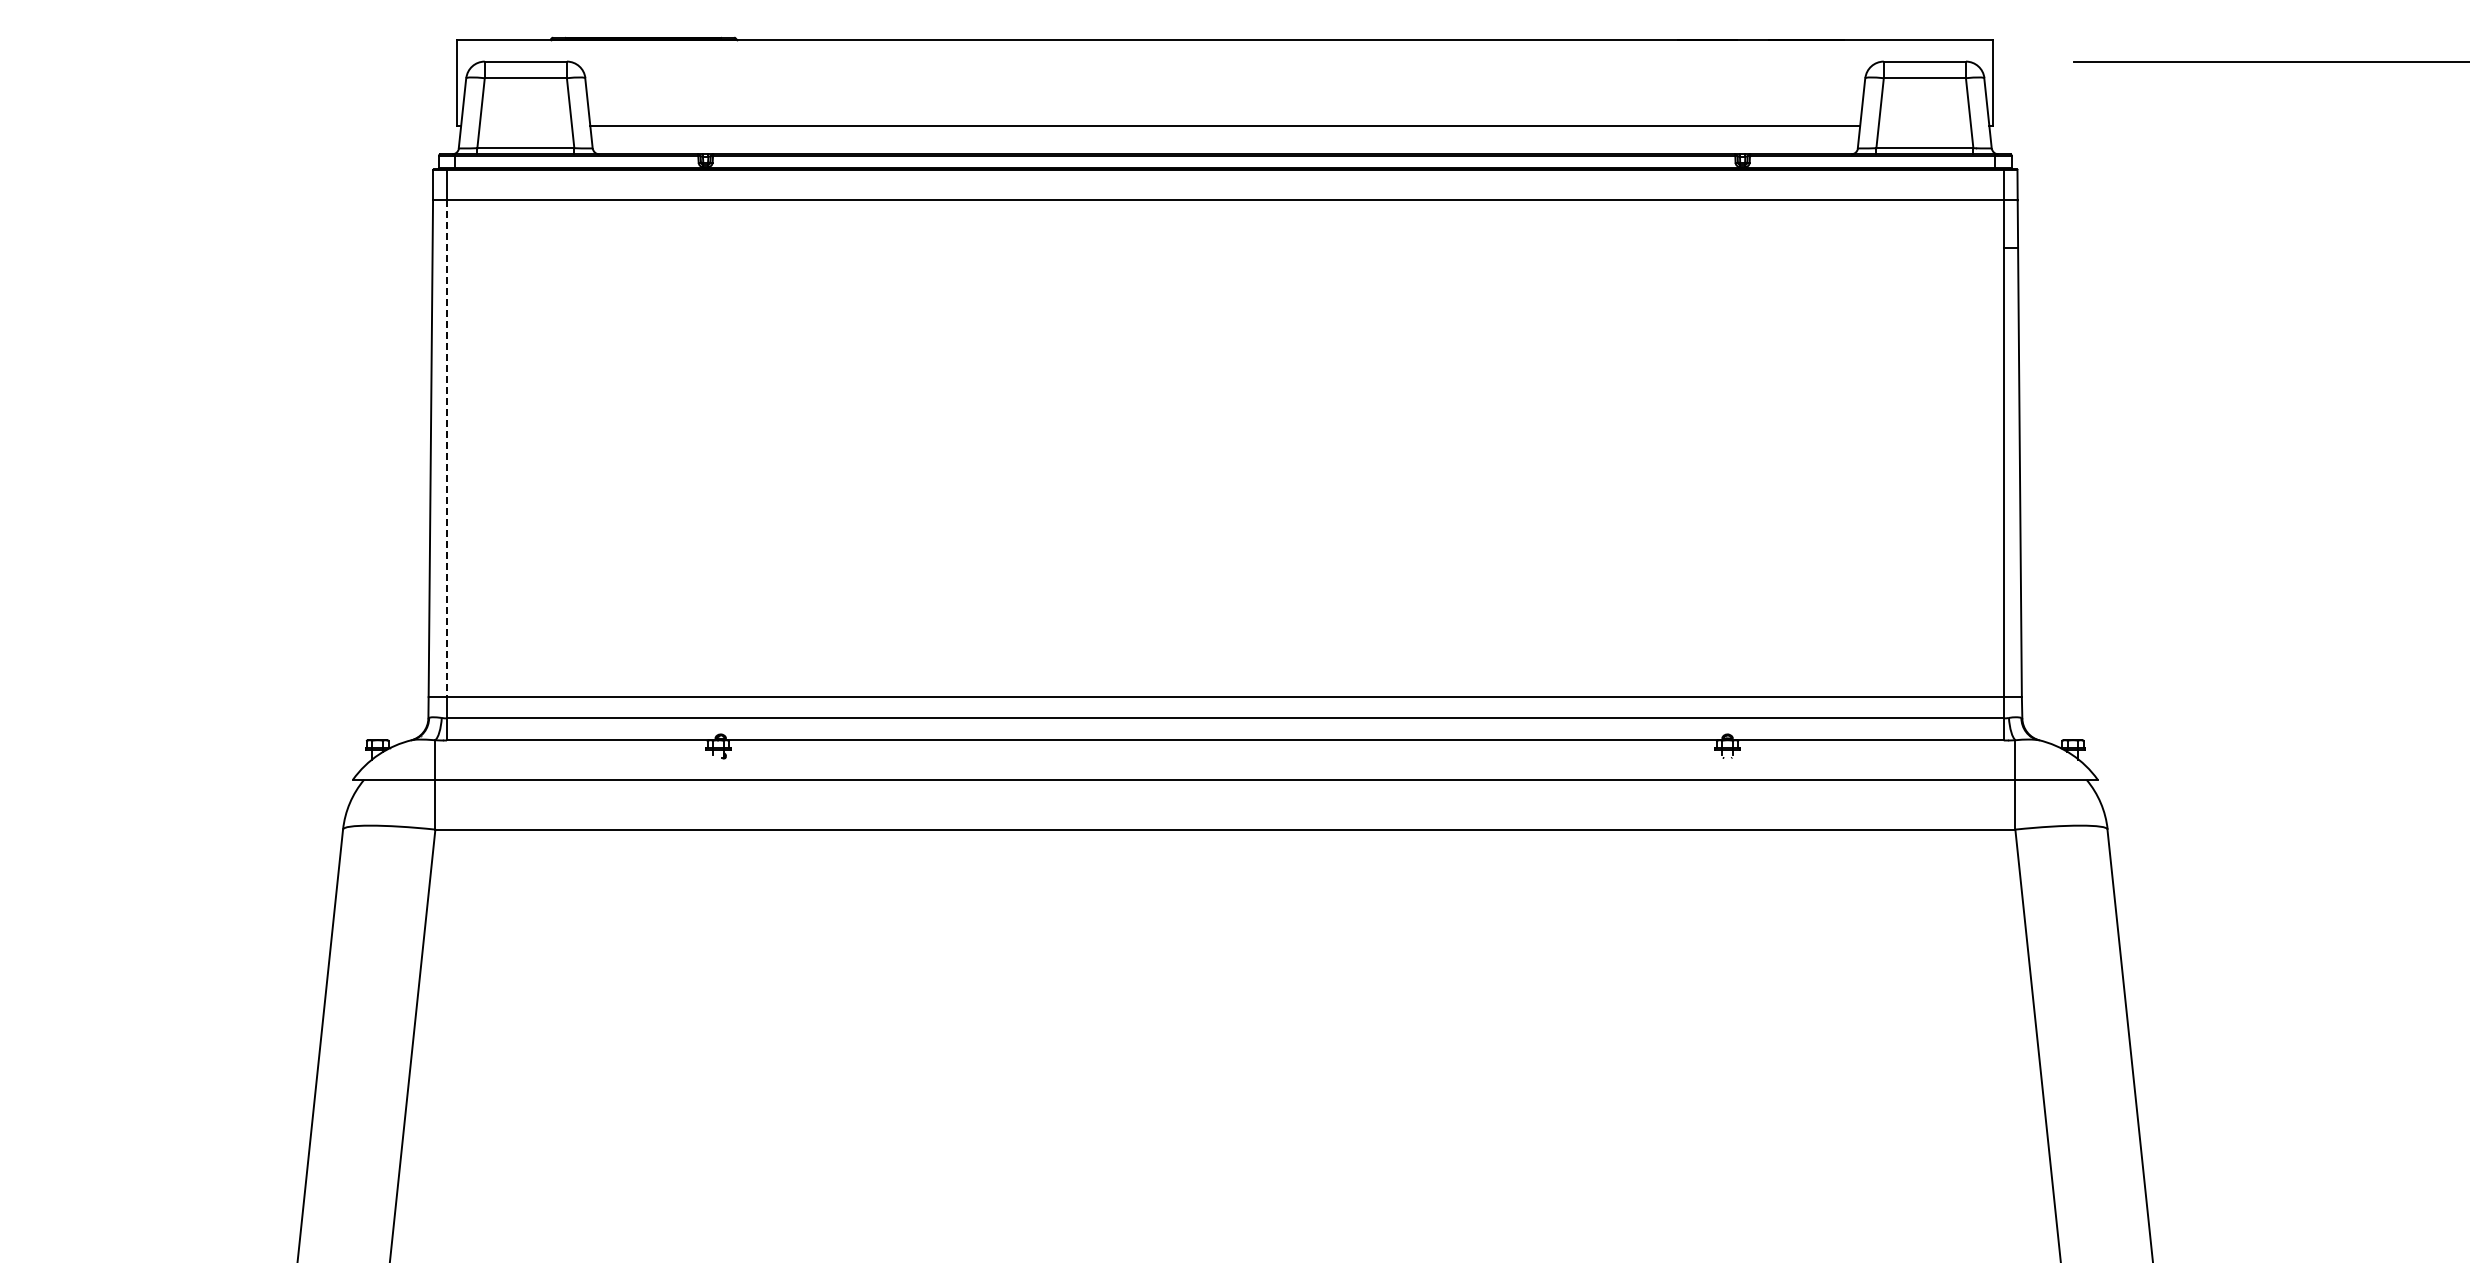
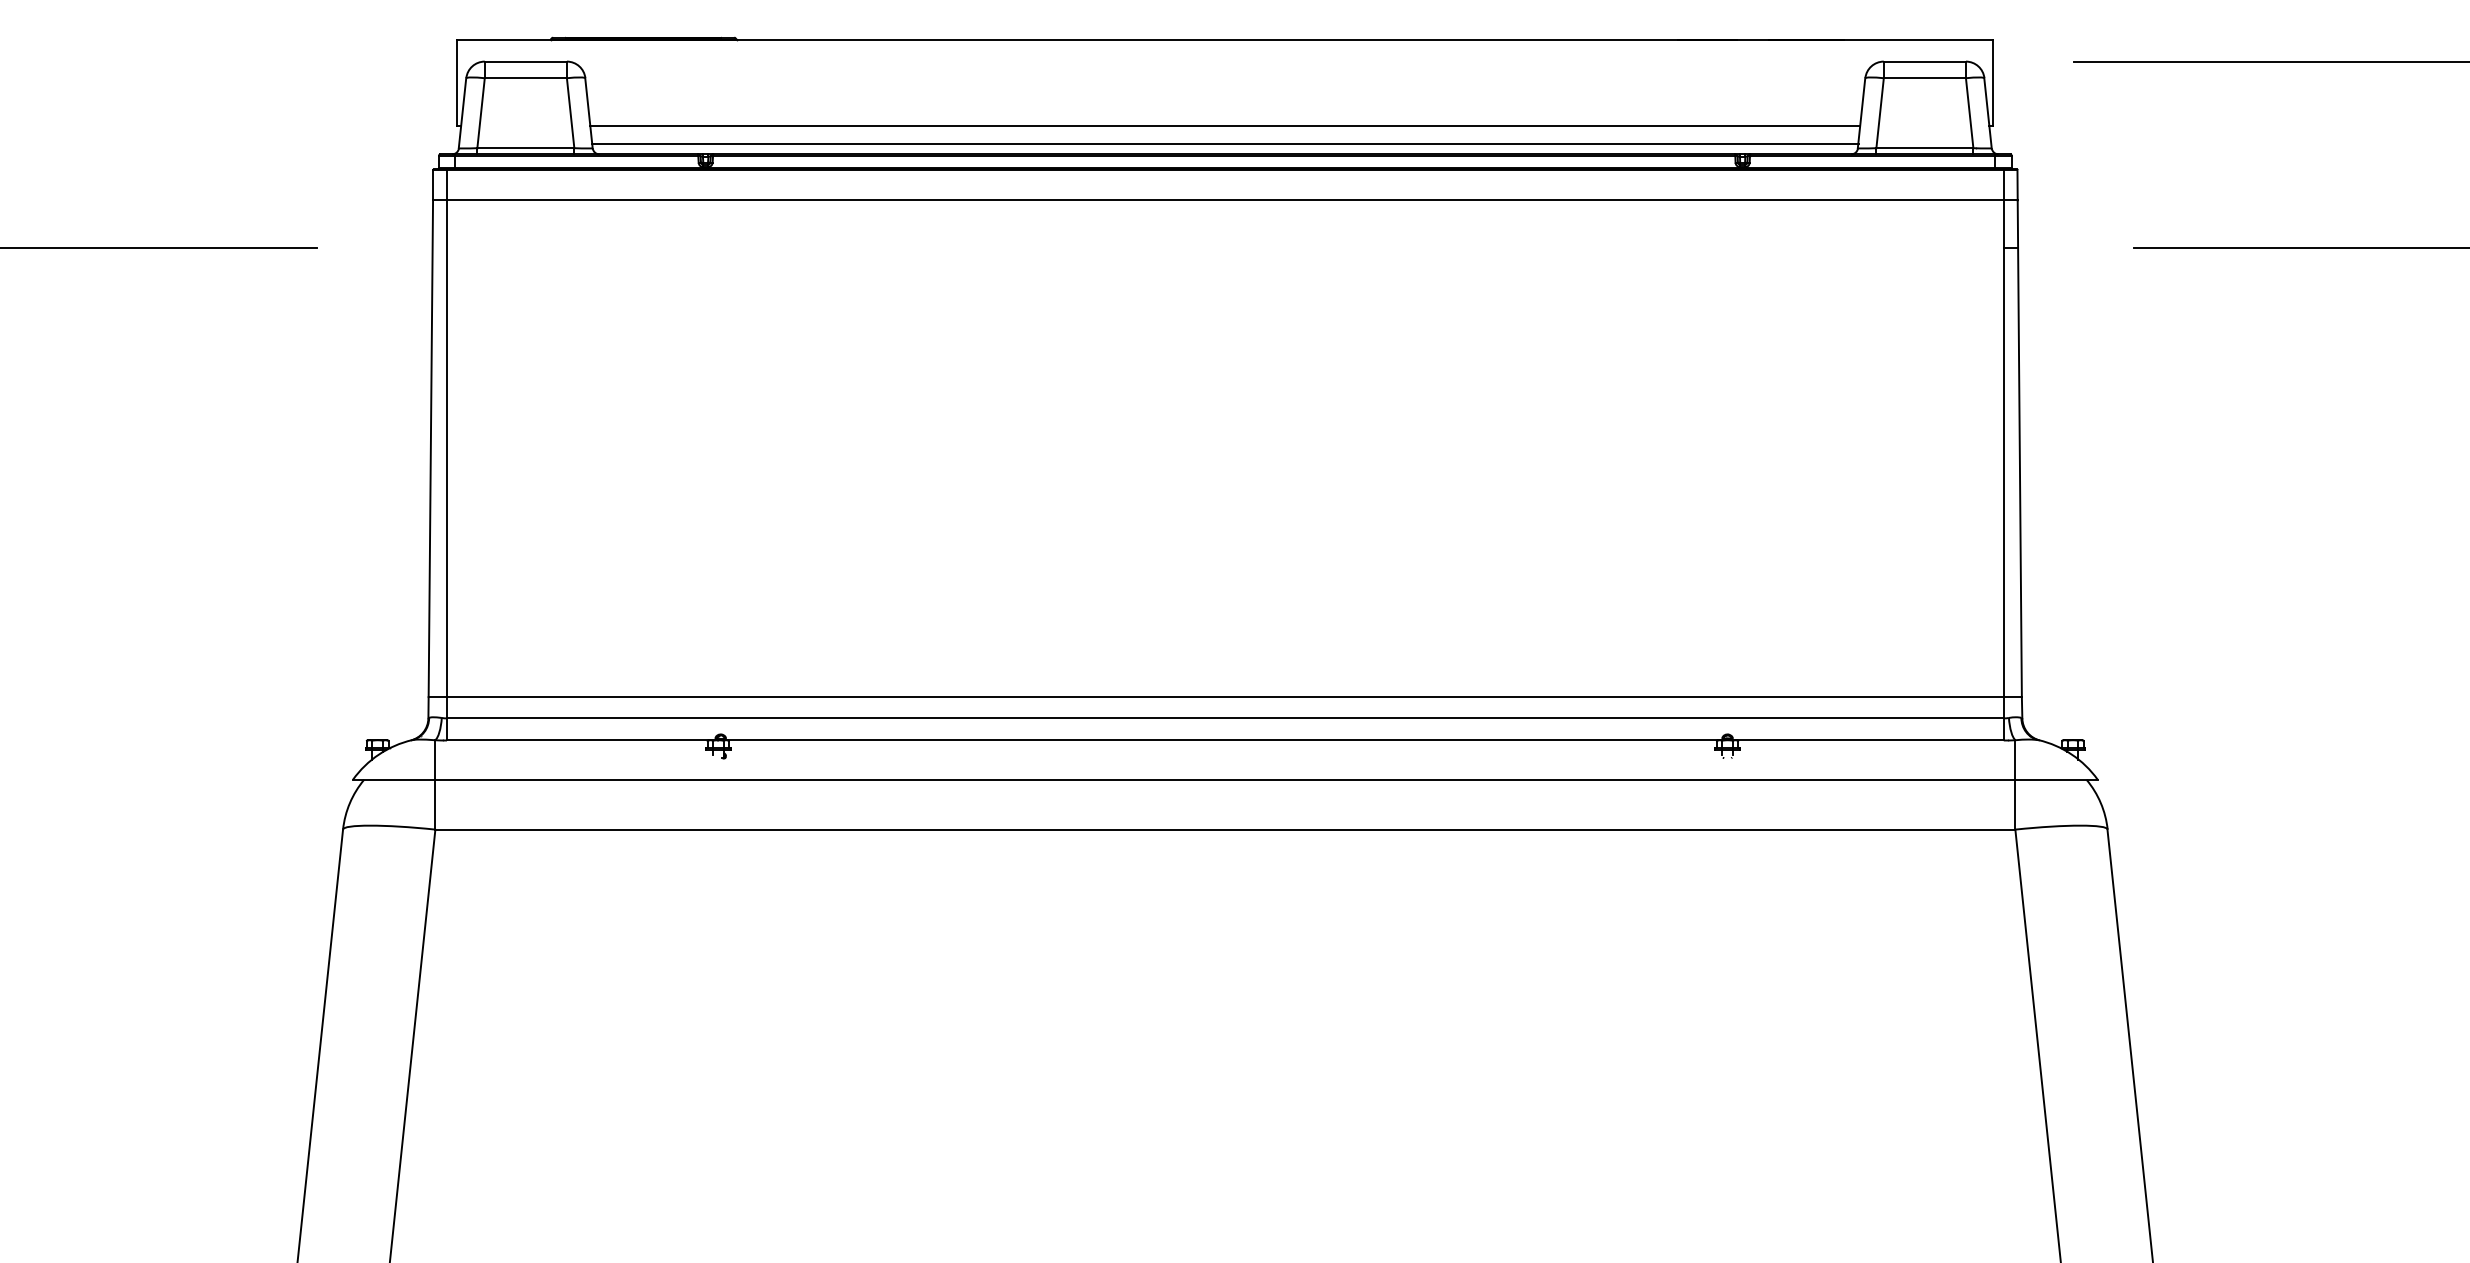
line at (1225, 143): none -> present
line at (159, 247): none -> present
line at (2299, 247): none -> present
line at (446, 449): dashed -> solid
